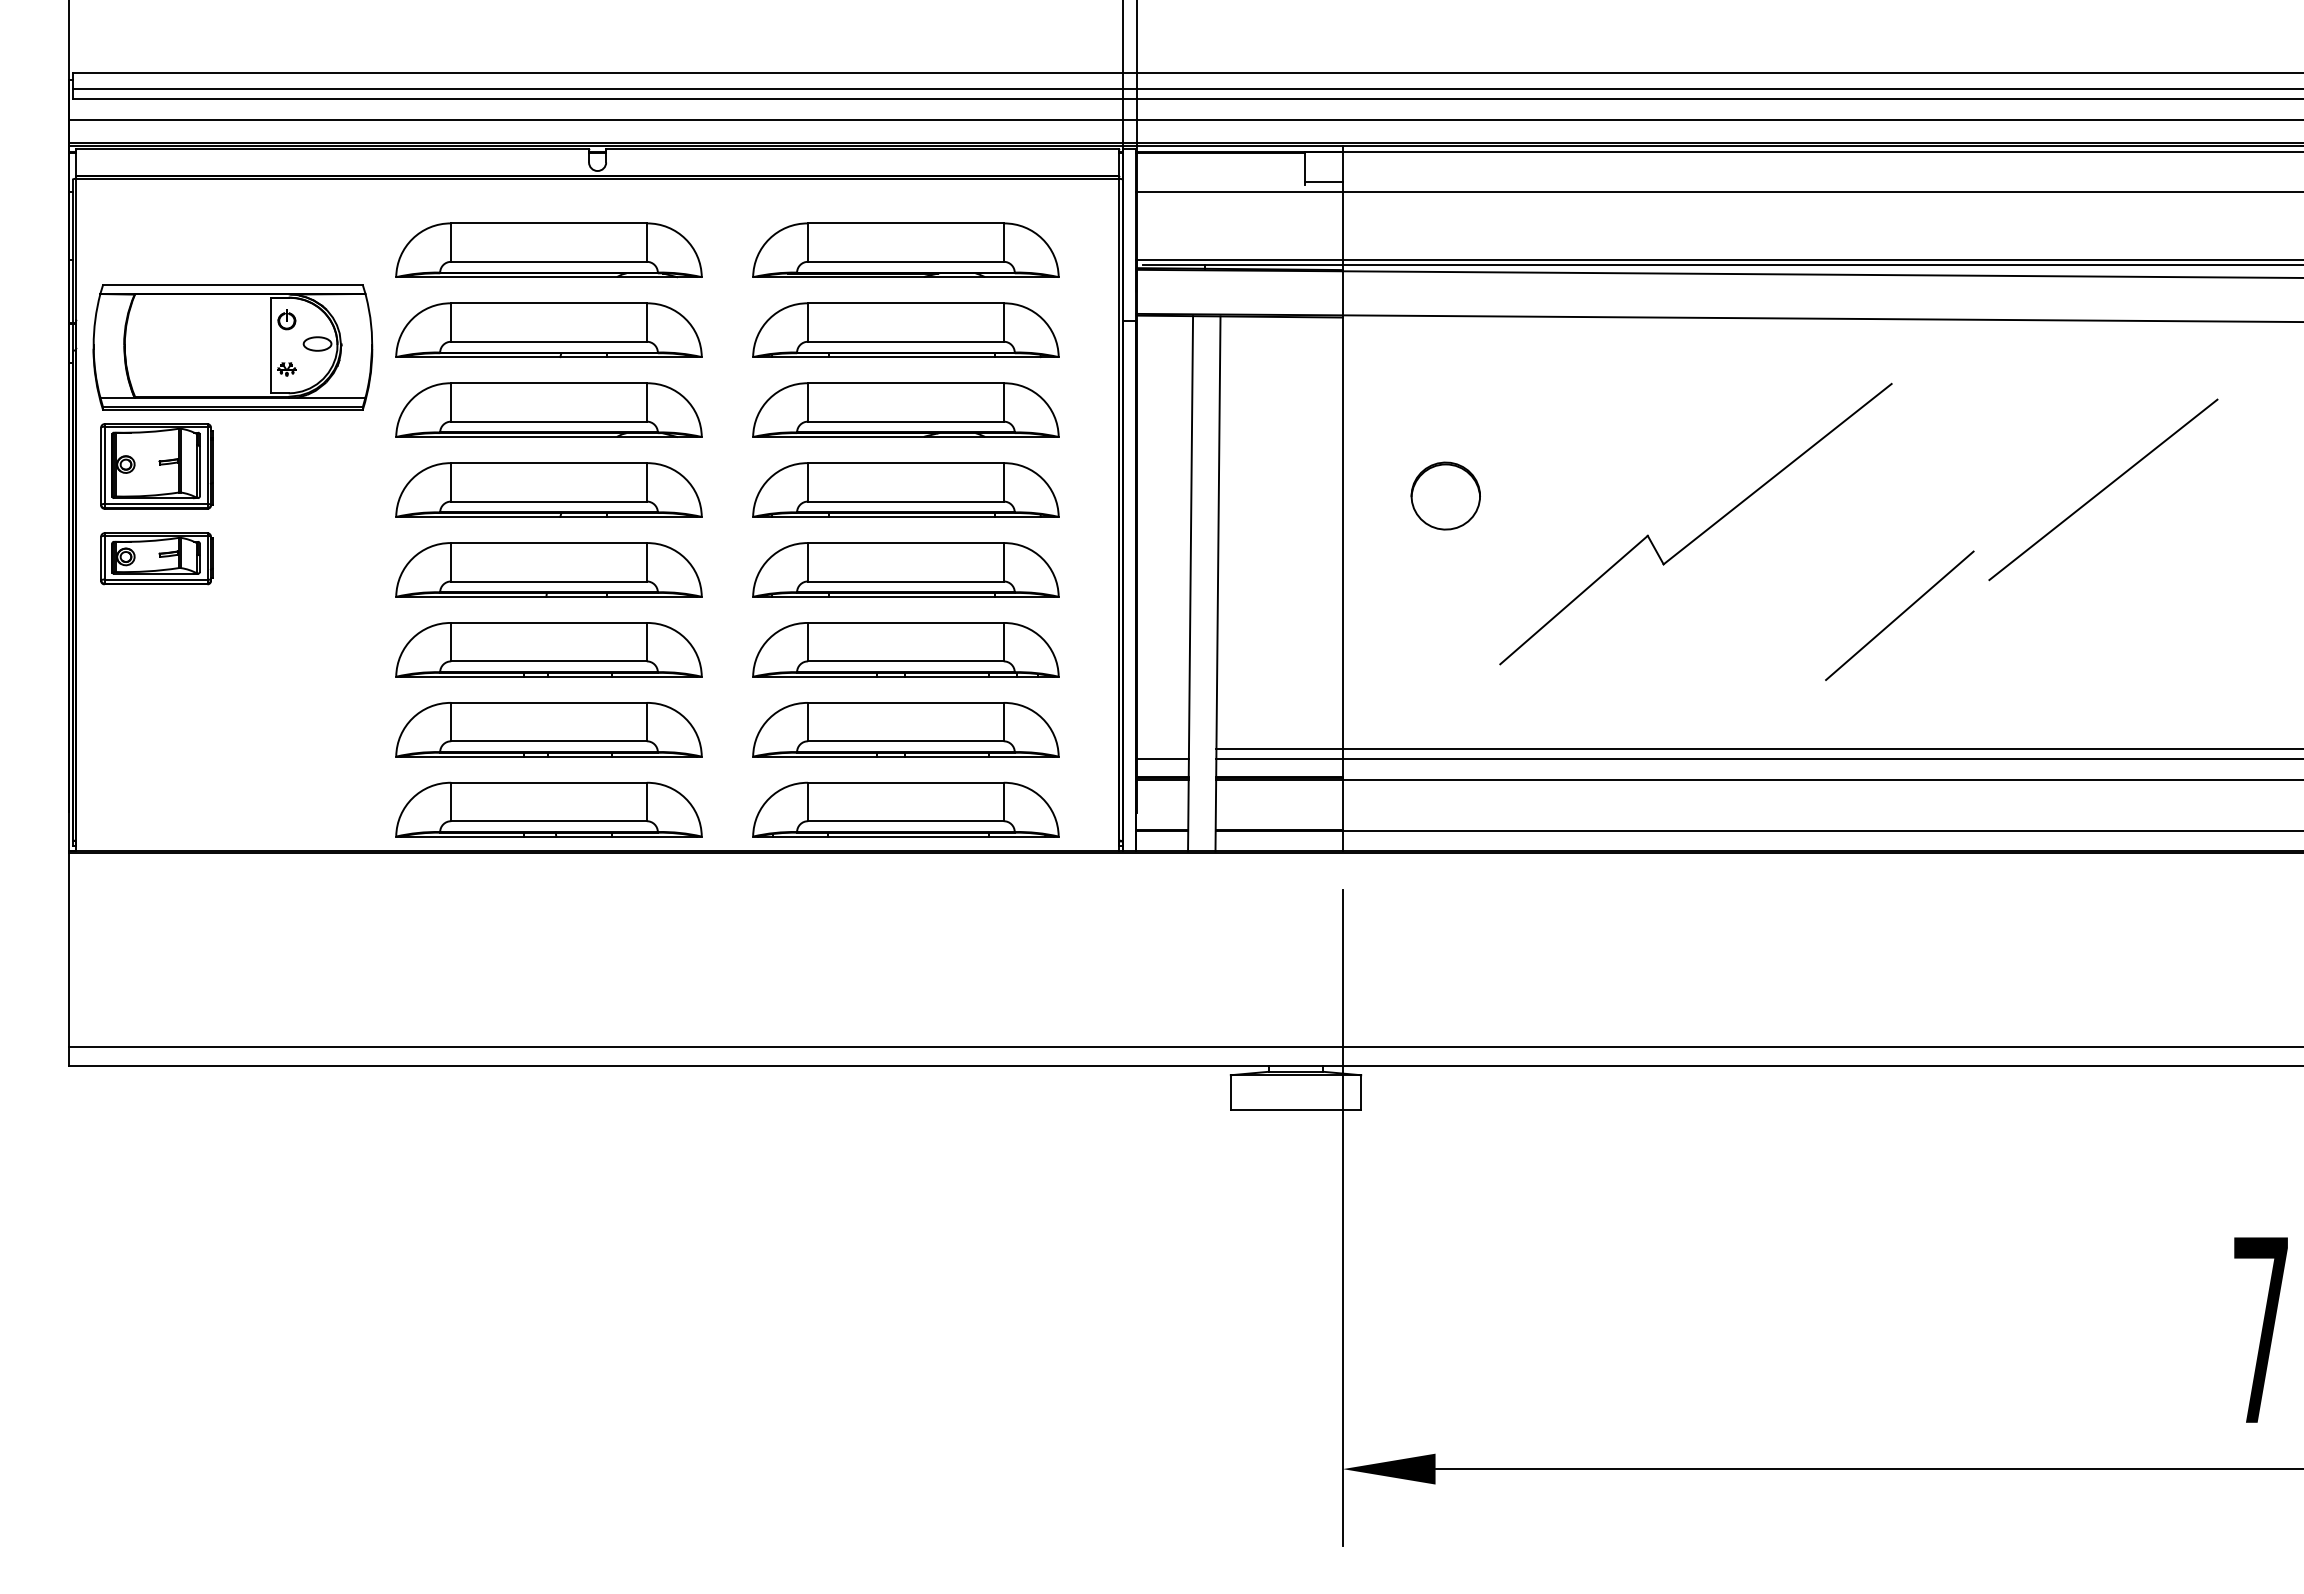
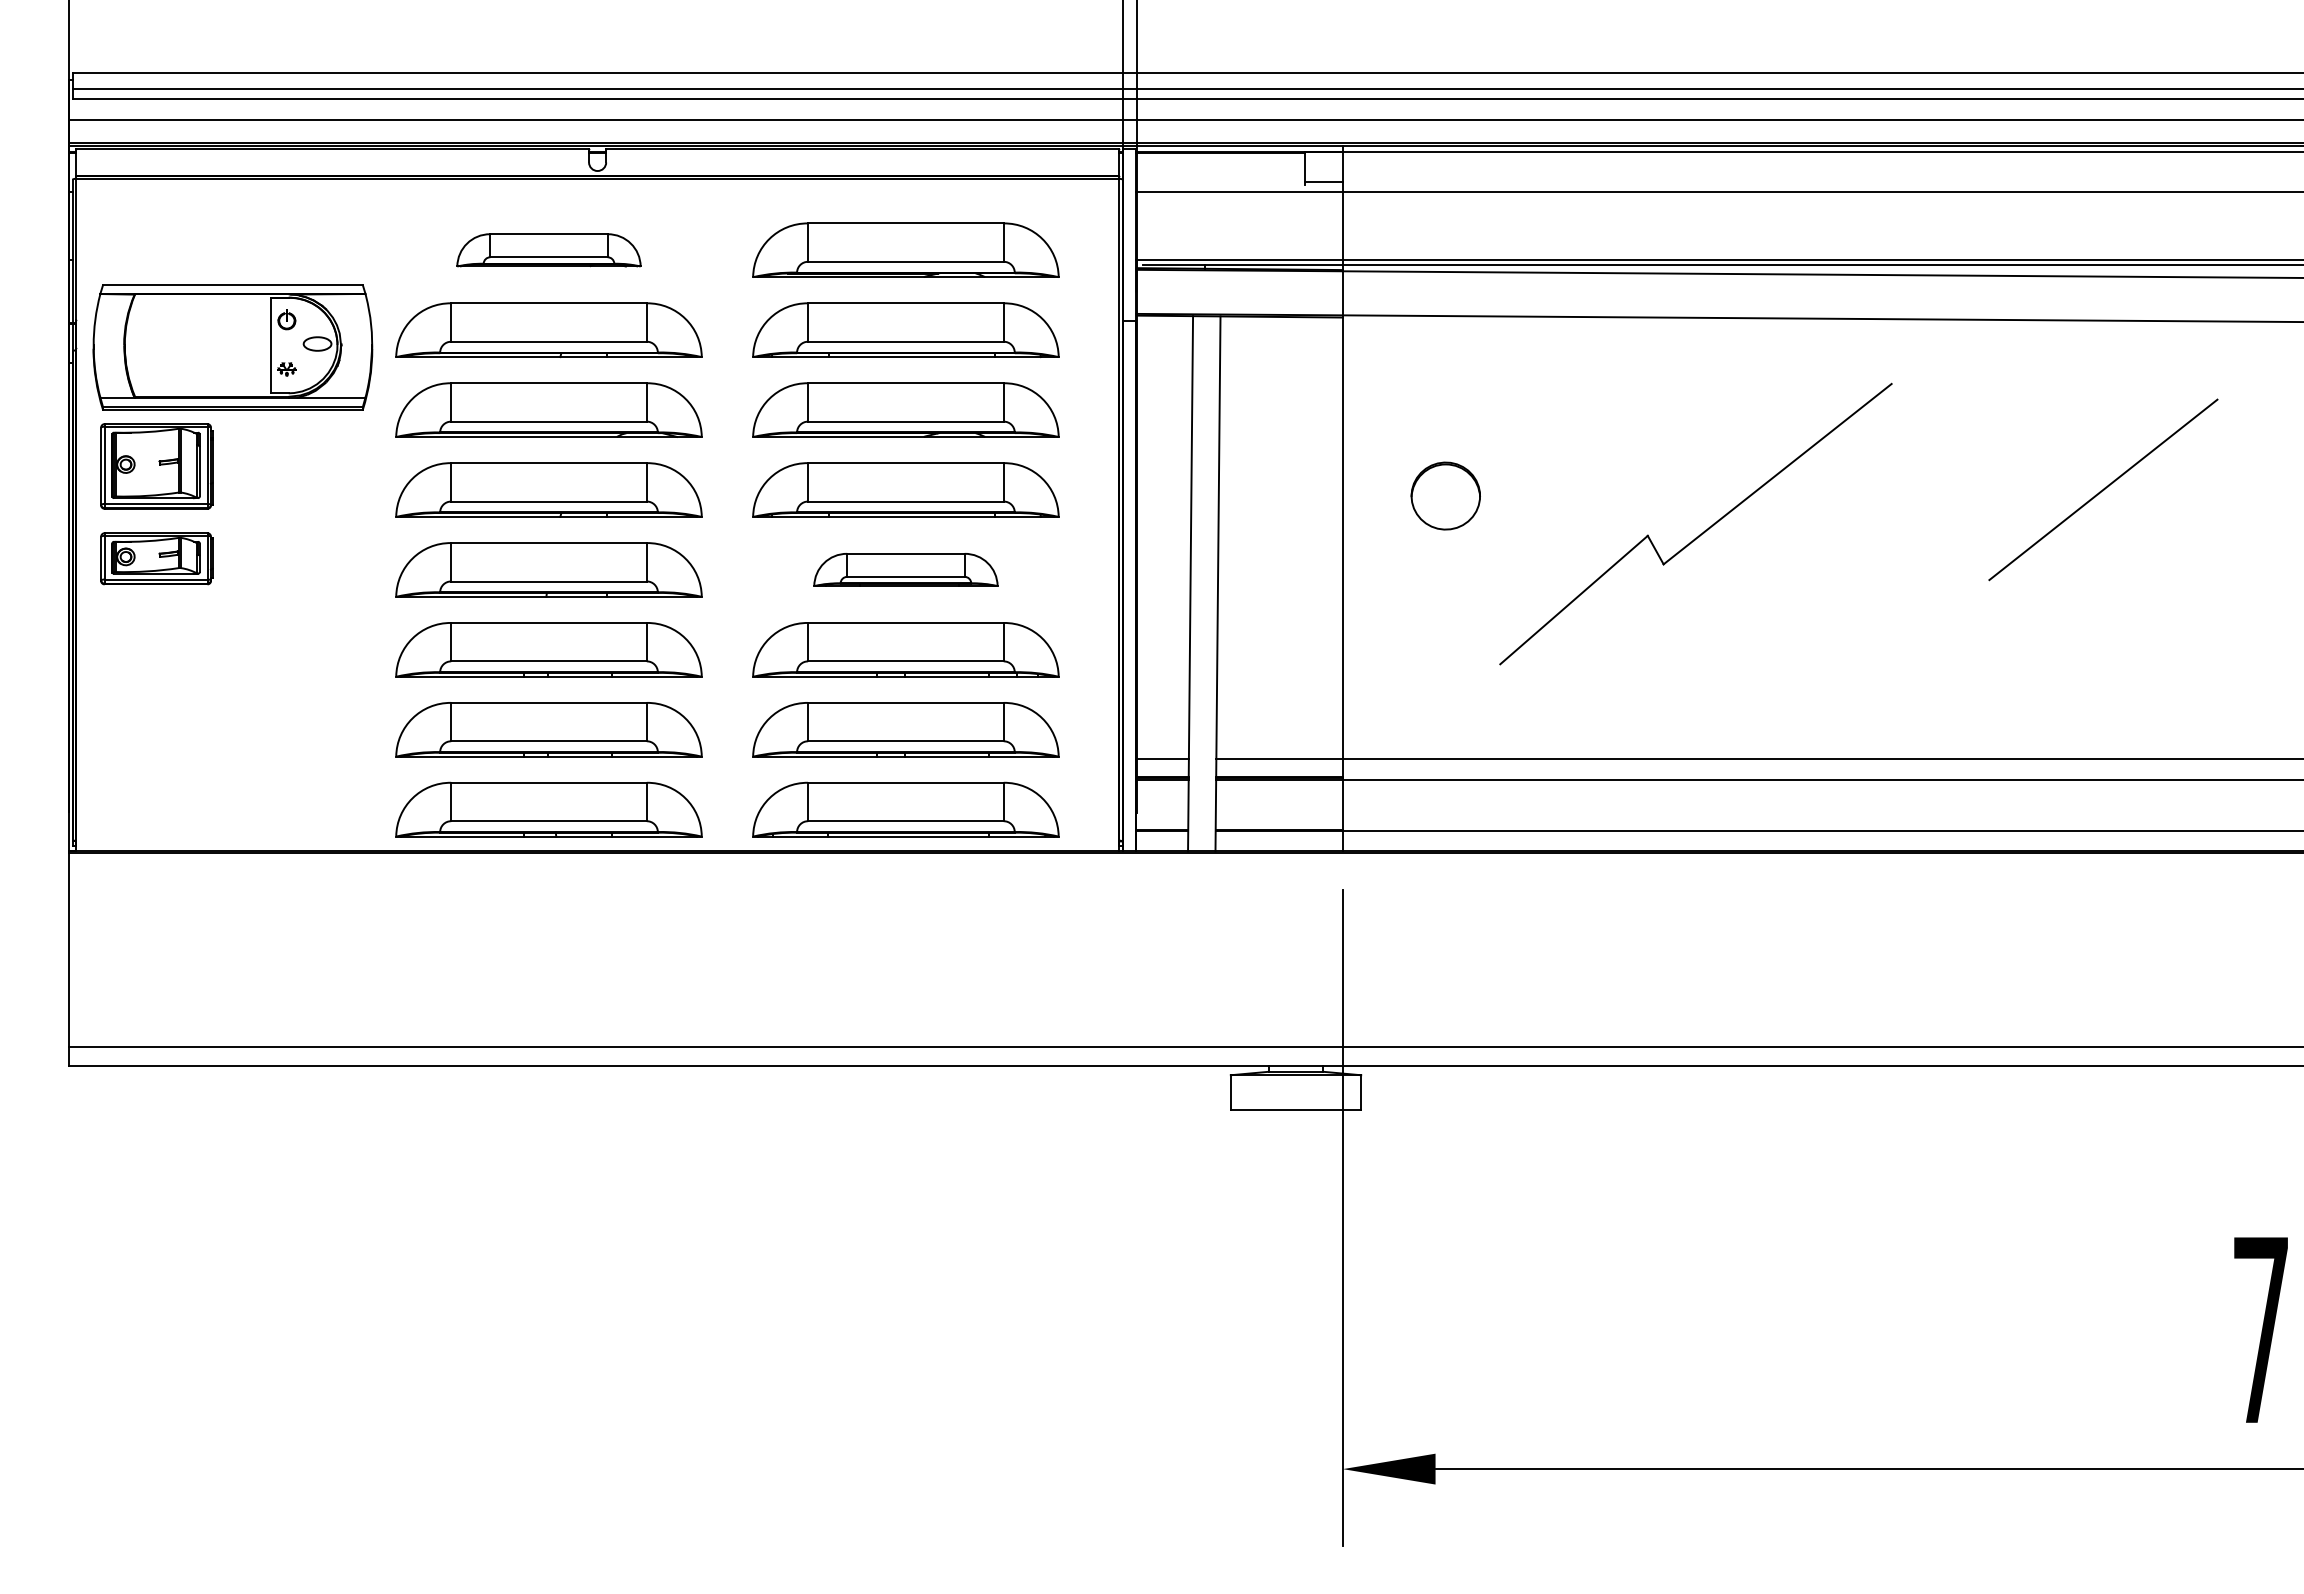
part at (548, 250) size: 308x57 px -> 186x35 px
part at (905, 569) size: 308x56 px -> 186x34 px
line at (1899, 615): present -> none
line at (1758, 748): present -> none
